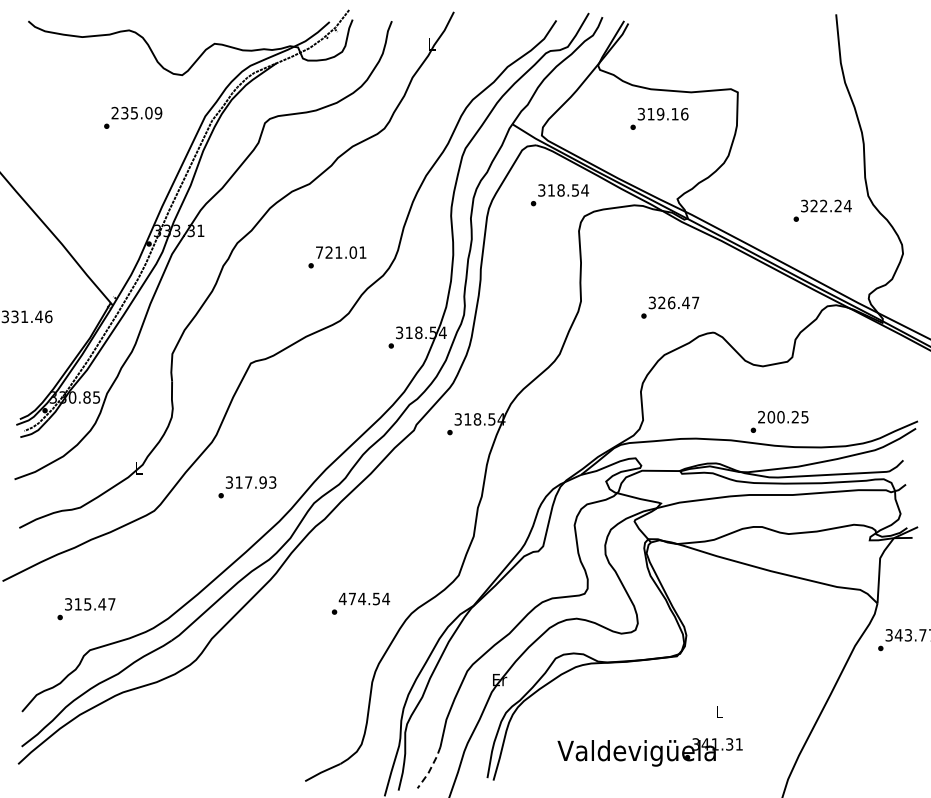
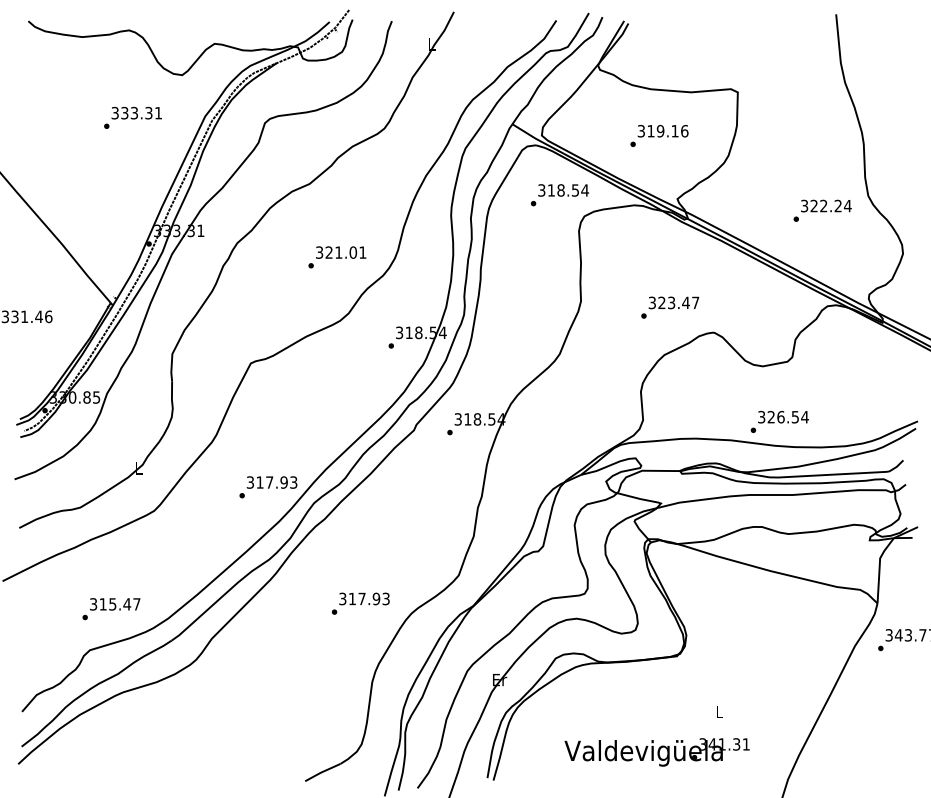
text at (136, 112): 235.09 -> 333.31
text at (659, 118) position: (659, 118) -> (659, 135)
text at (319, 252): 721.01 -> 321.01
text at (671, 302): 326.47 -> 323.47
text at (783, 417): 200.25 -> 326.54
text at (247, 487) position: (247, 487) -> (268, 487)
text at (364, 598): 474.54 -> 317.93
text at (86, 609) position: (86, 609) -> (111, 609)
text at (649, 752) position: (649, 752) -> (656, 752)
line at (430, 768): dashed -> solid
